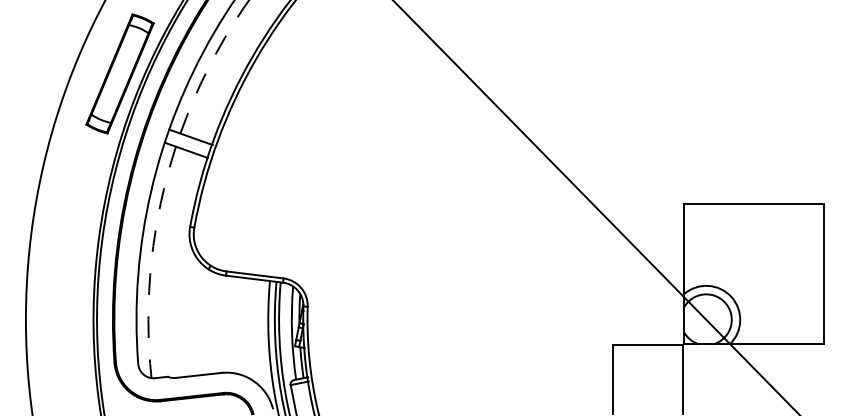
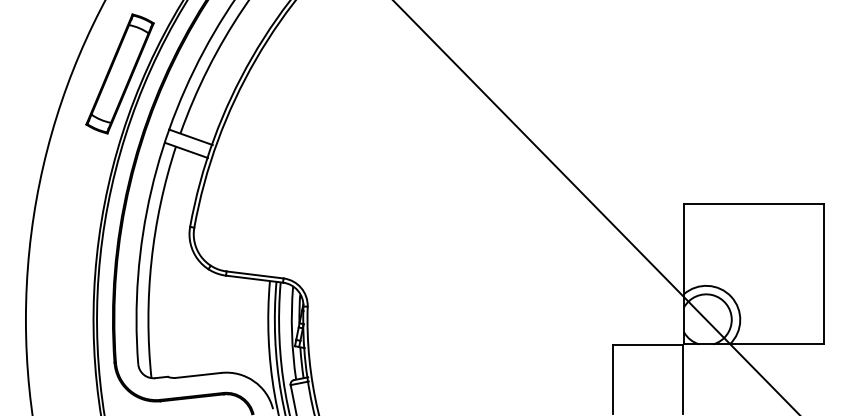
arc at (210, 64): dashed -> solid
arc at (151, 261): dashed -> solid
